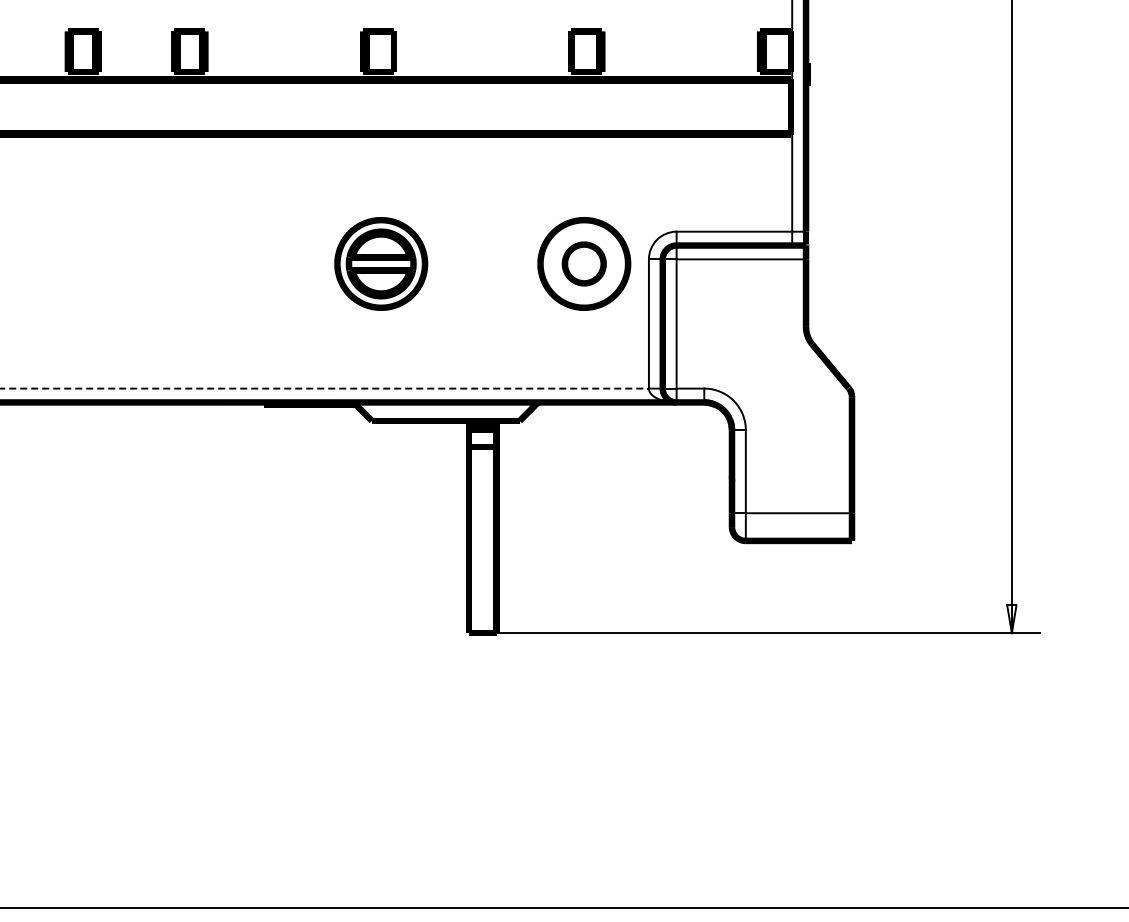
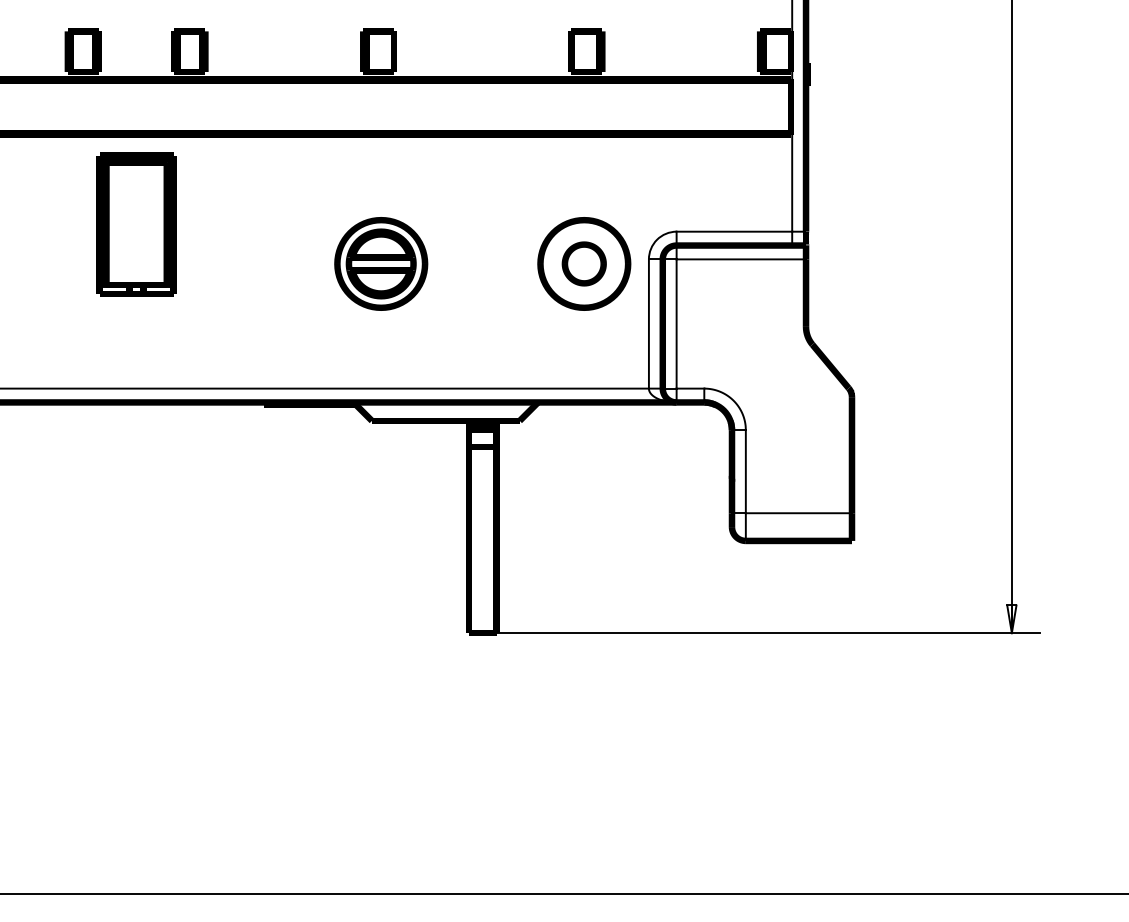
part at (136, 224): none -> present
line at (325, 388): dashed -> solid
line at (563, 908) position: (563, 908) -> (563, 894)
